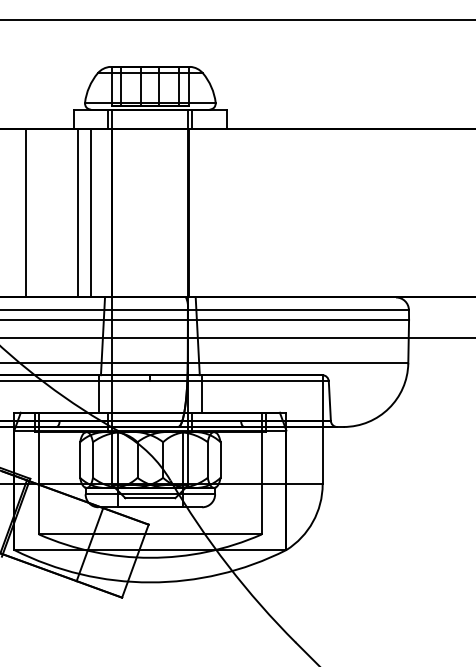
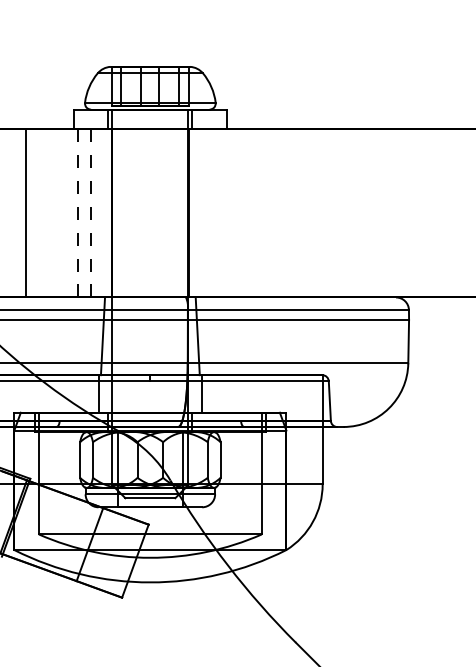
line at (237, 20): present -> none
line at (90, 212): solid -> dashed
line at (77, 213): solid -> dashed
line at (237, 338): present -> none
